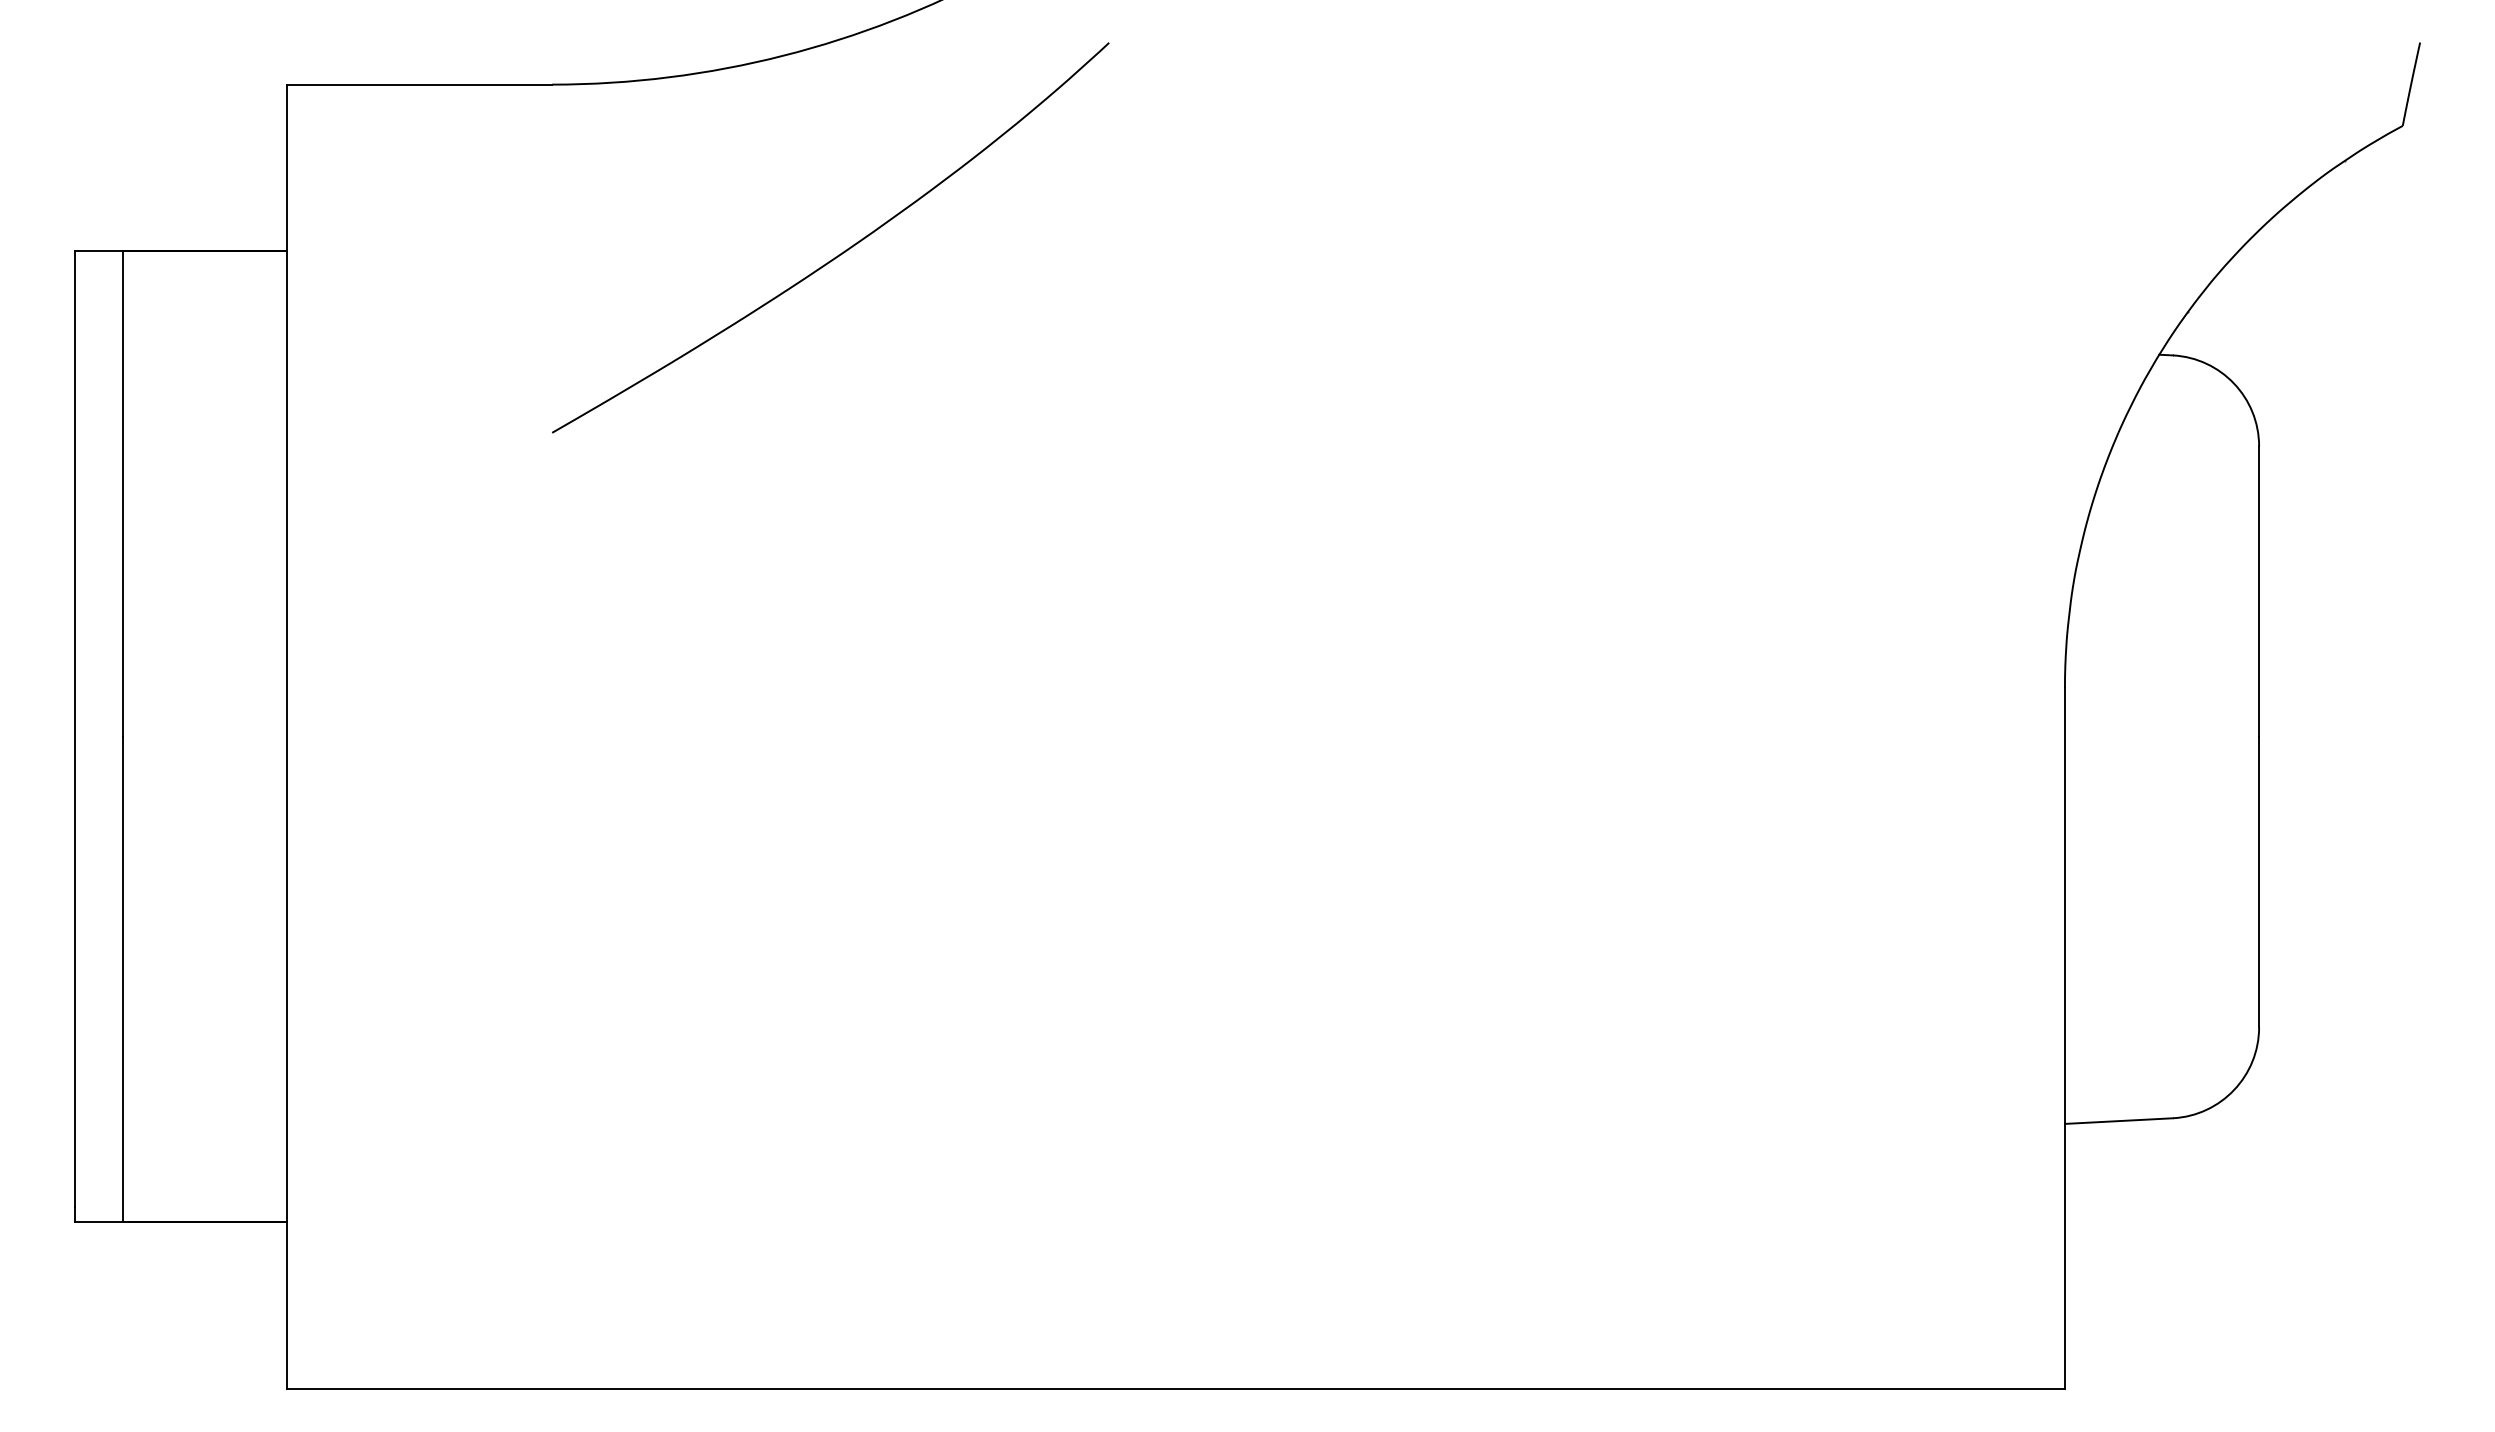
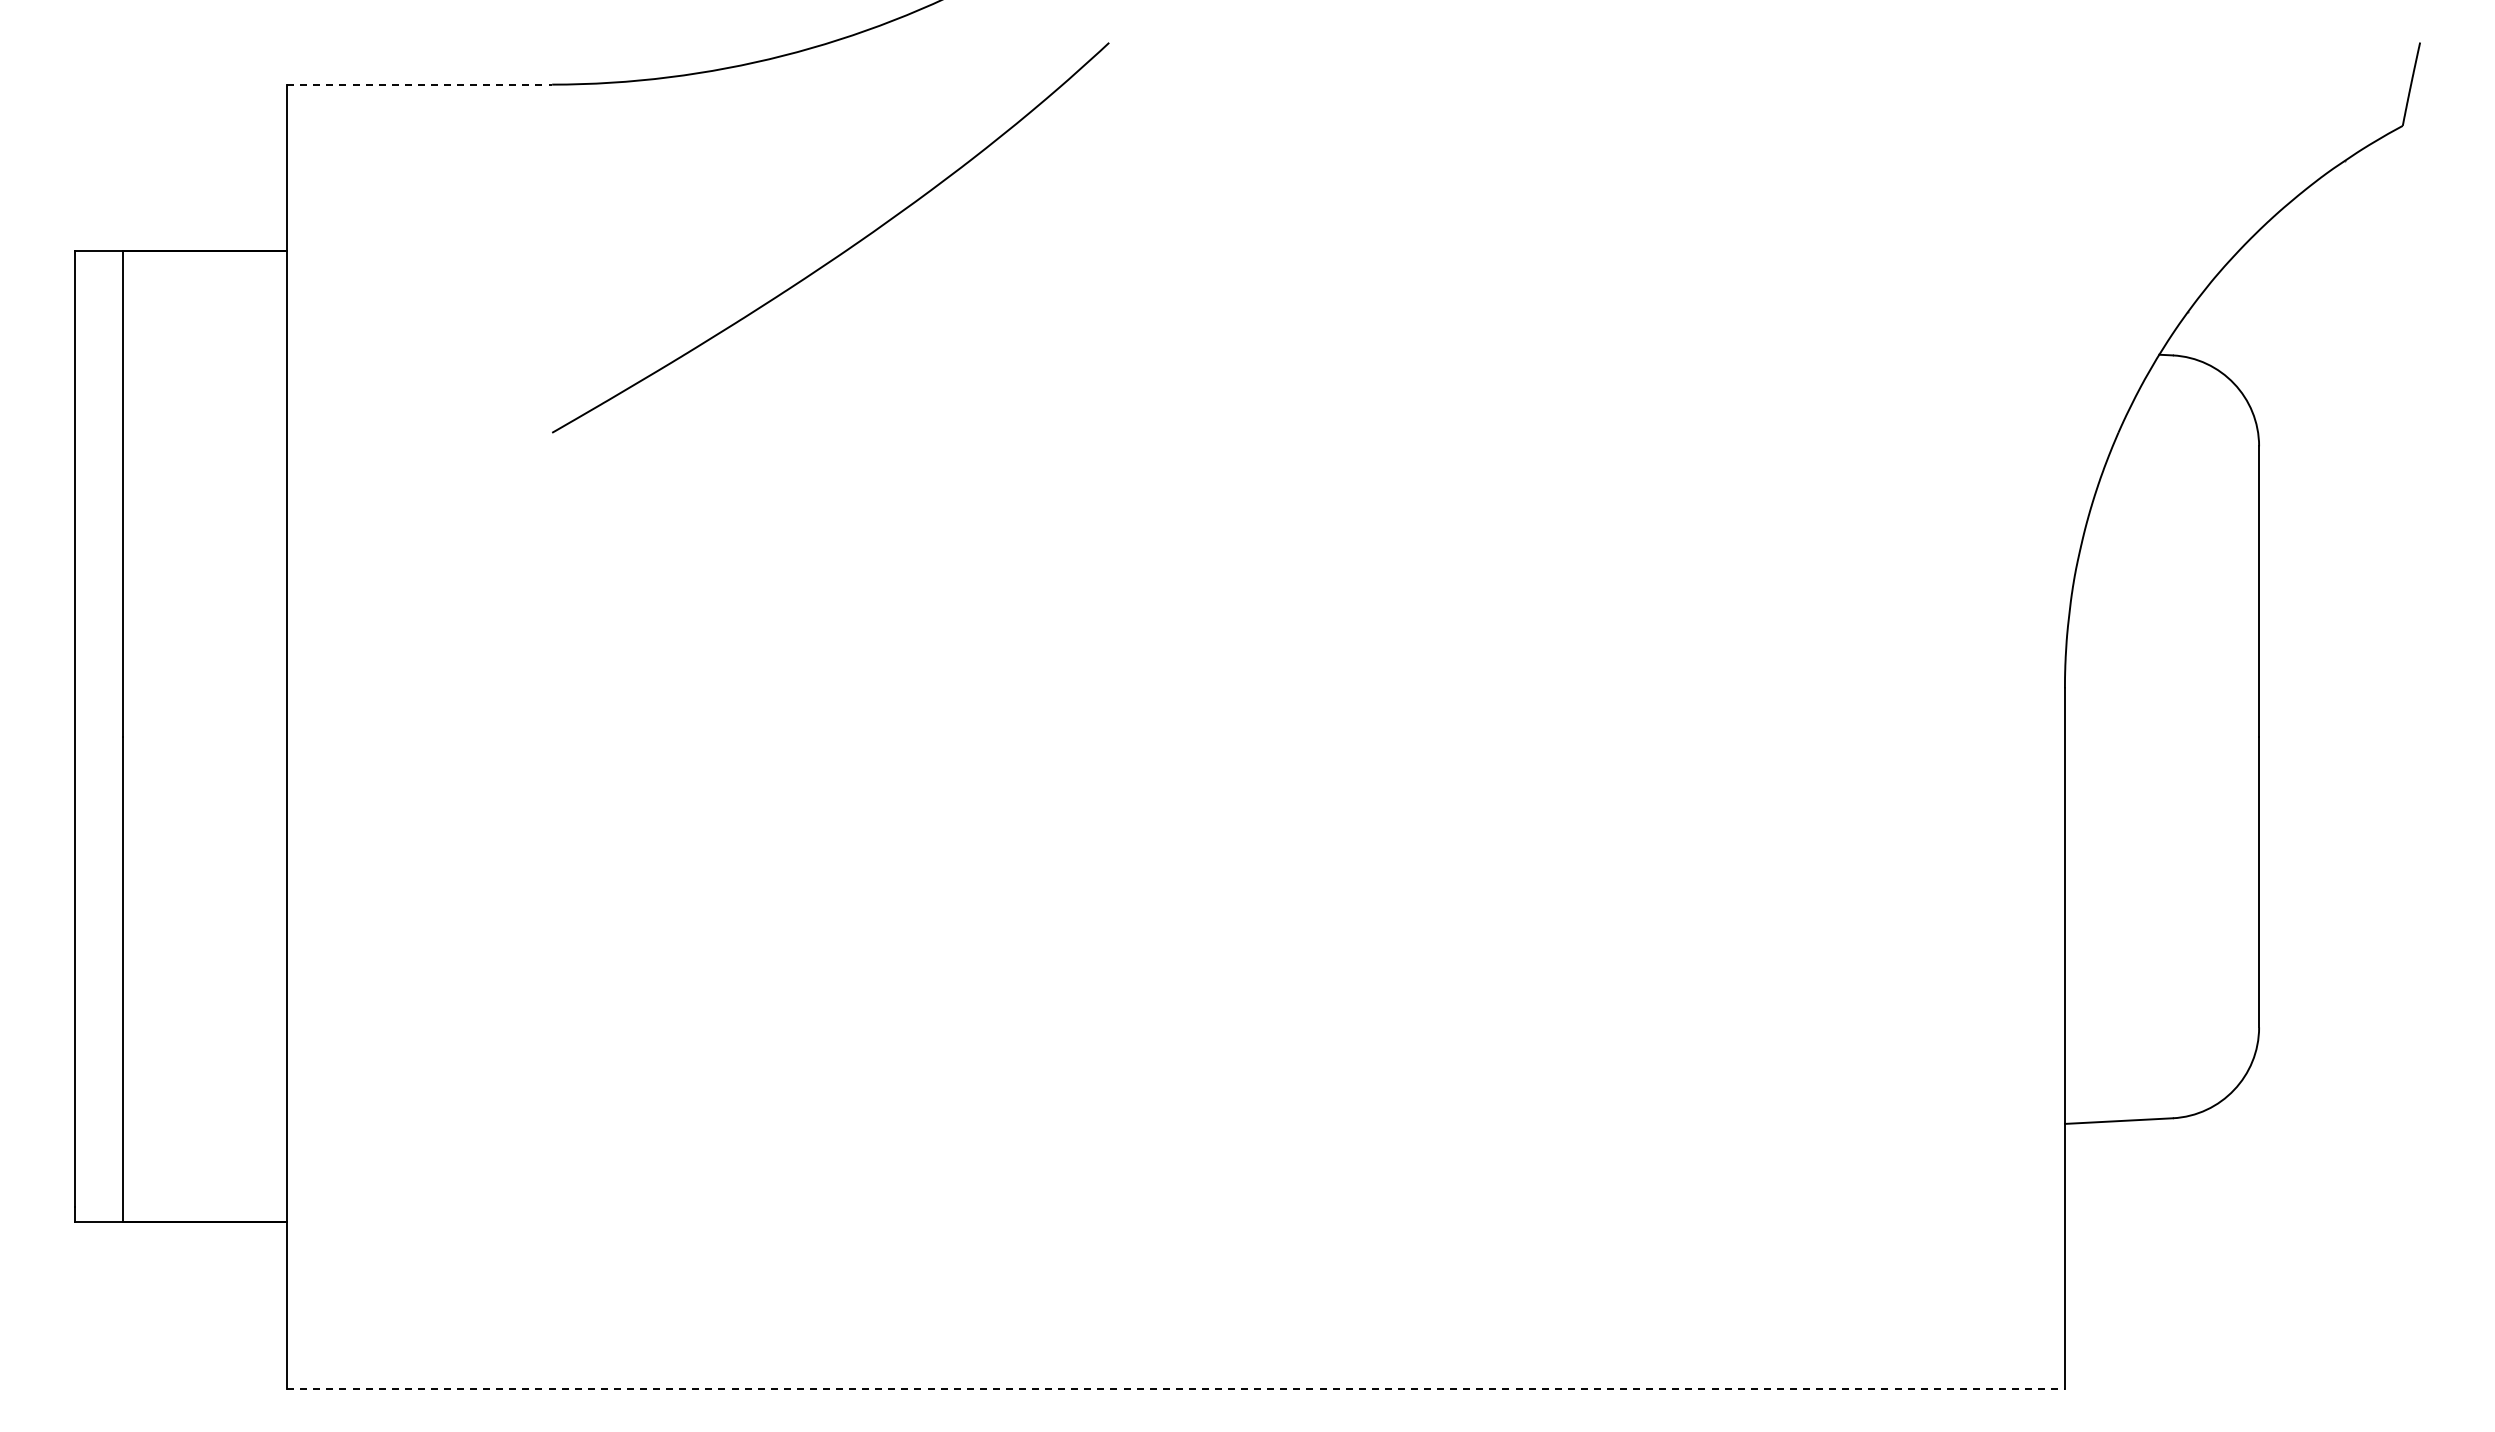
line at (420, 84): solid -> dashed
line at (1176, 1389): solid -> dashed
